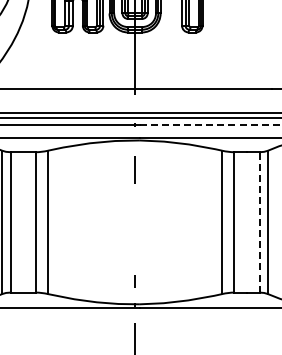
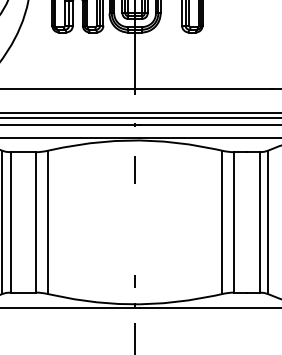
line at (210, 124): dashed -> solid
line at (259, 221): dashed -> solid
